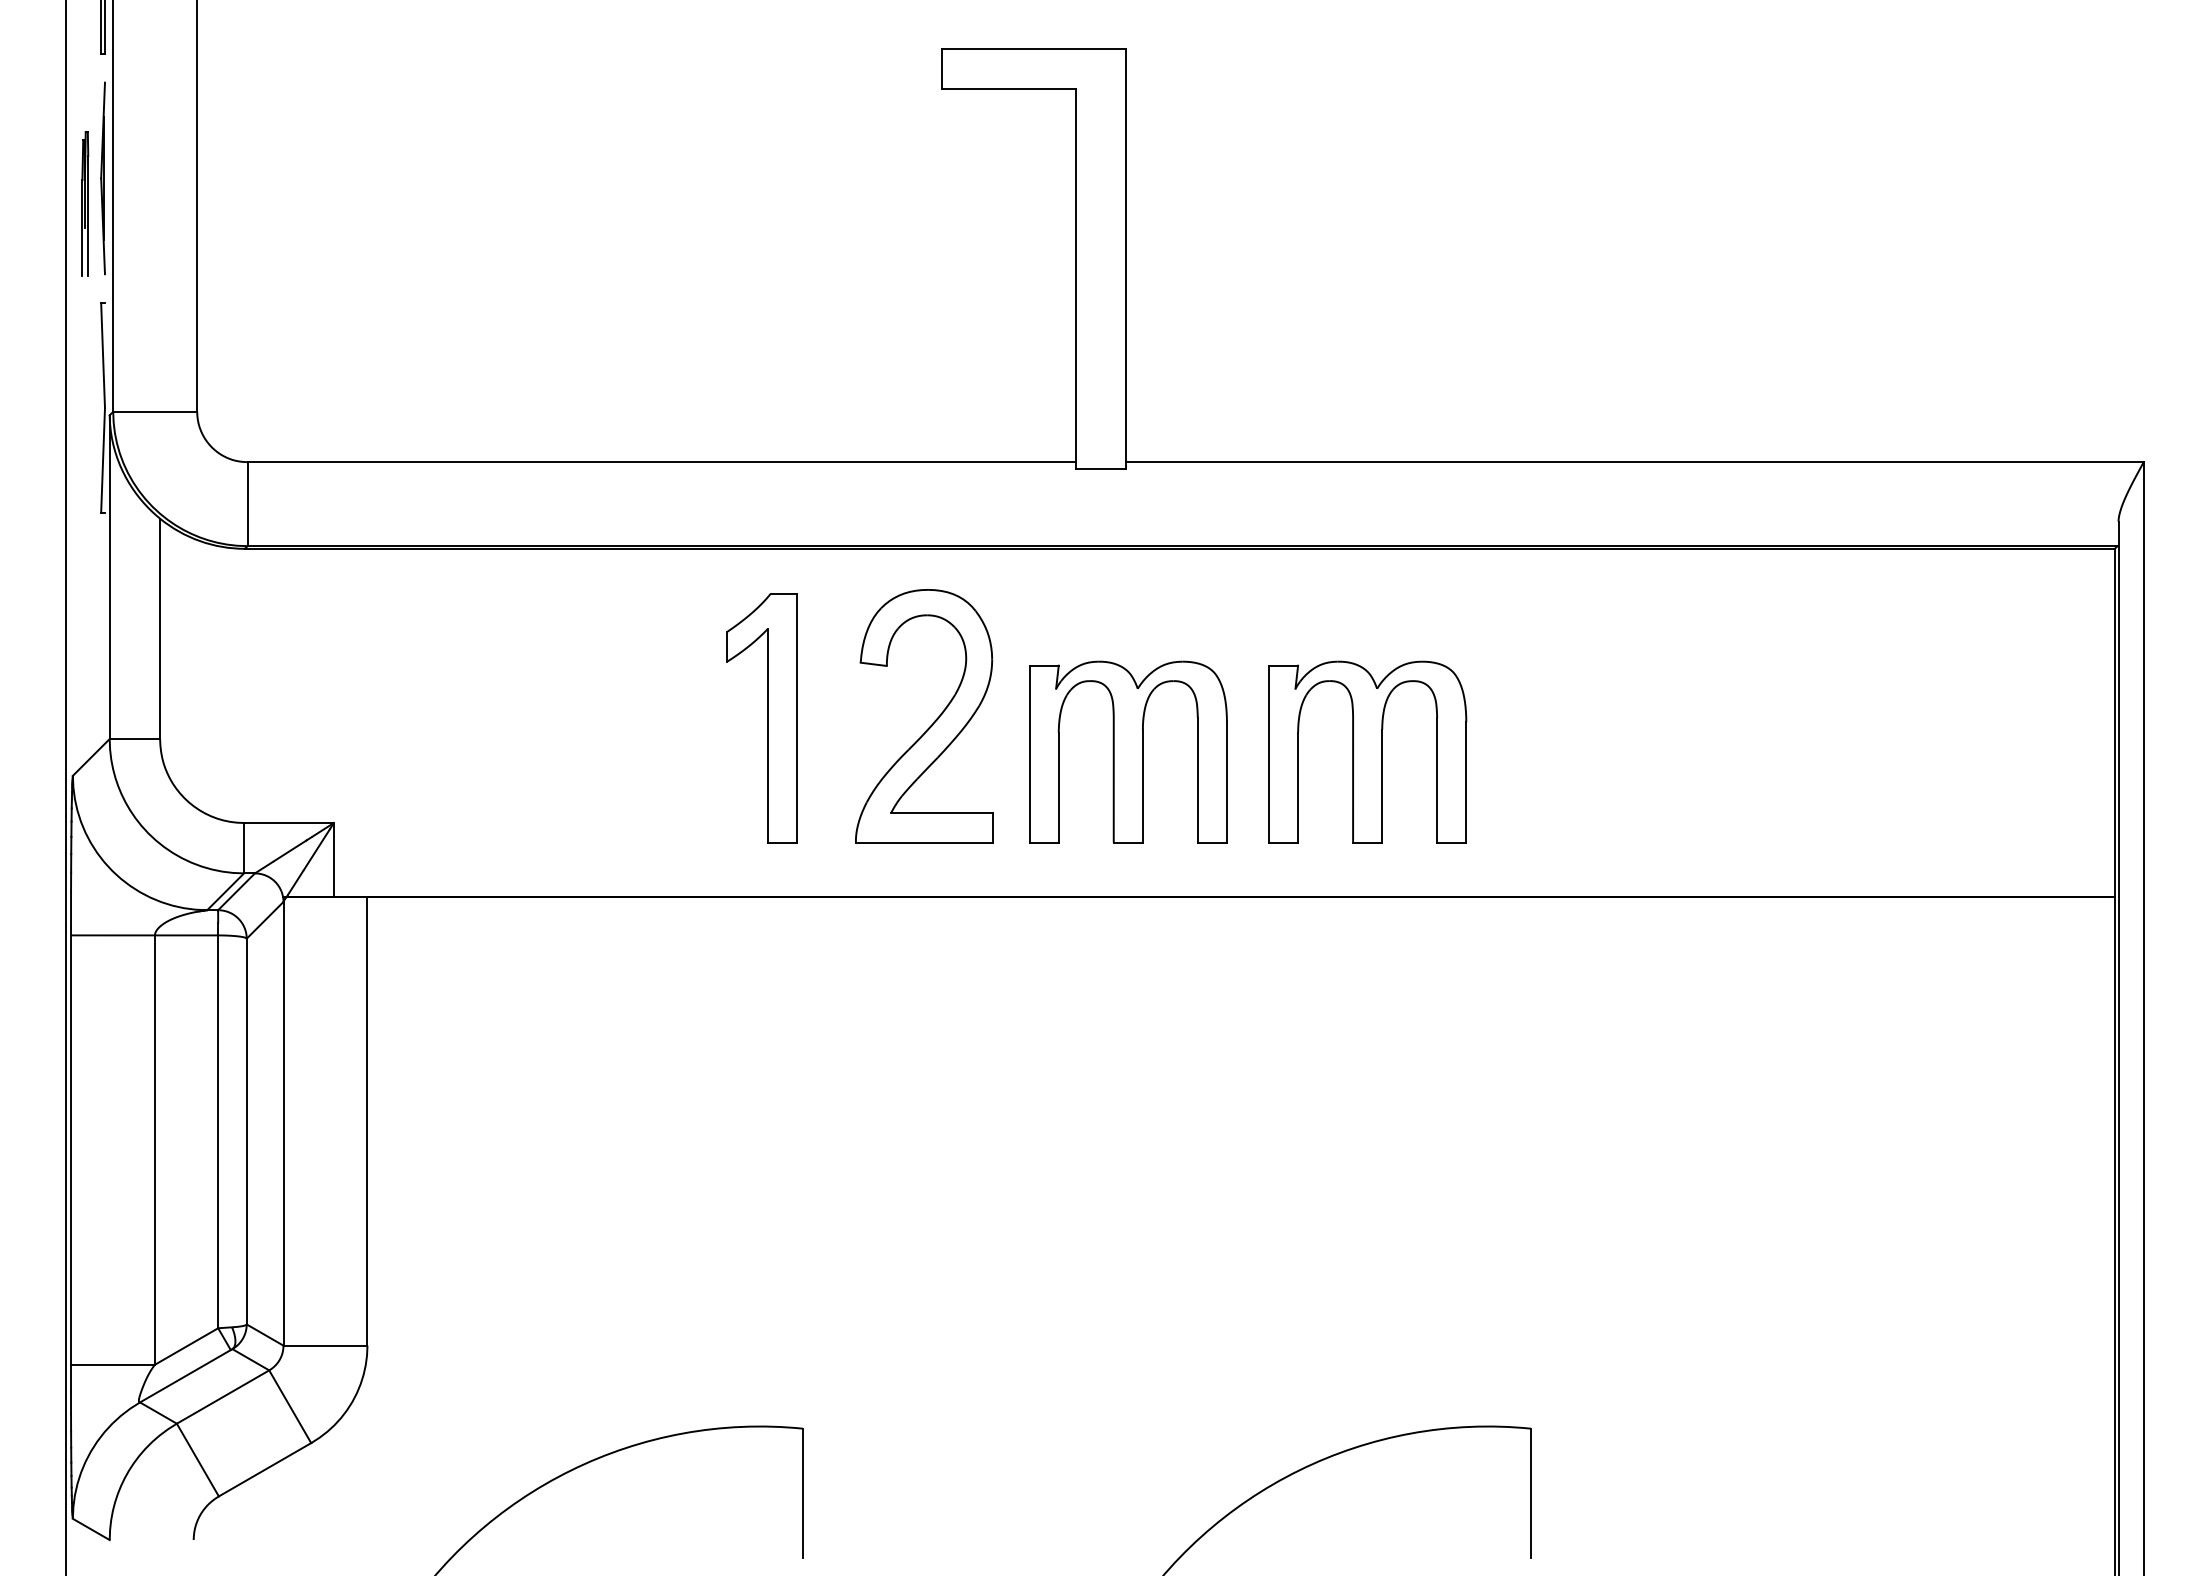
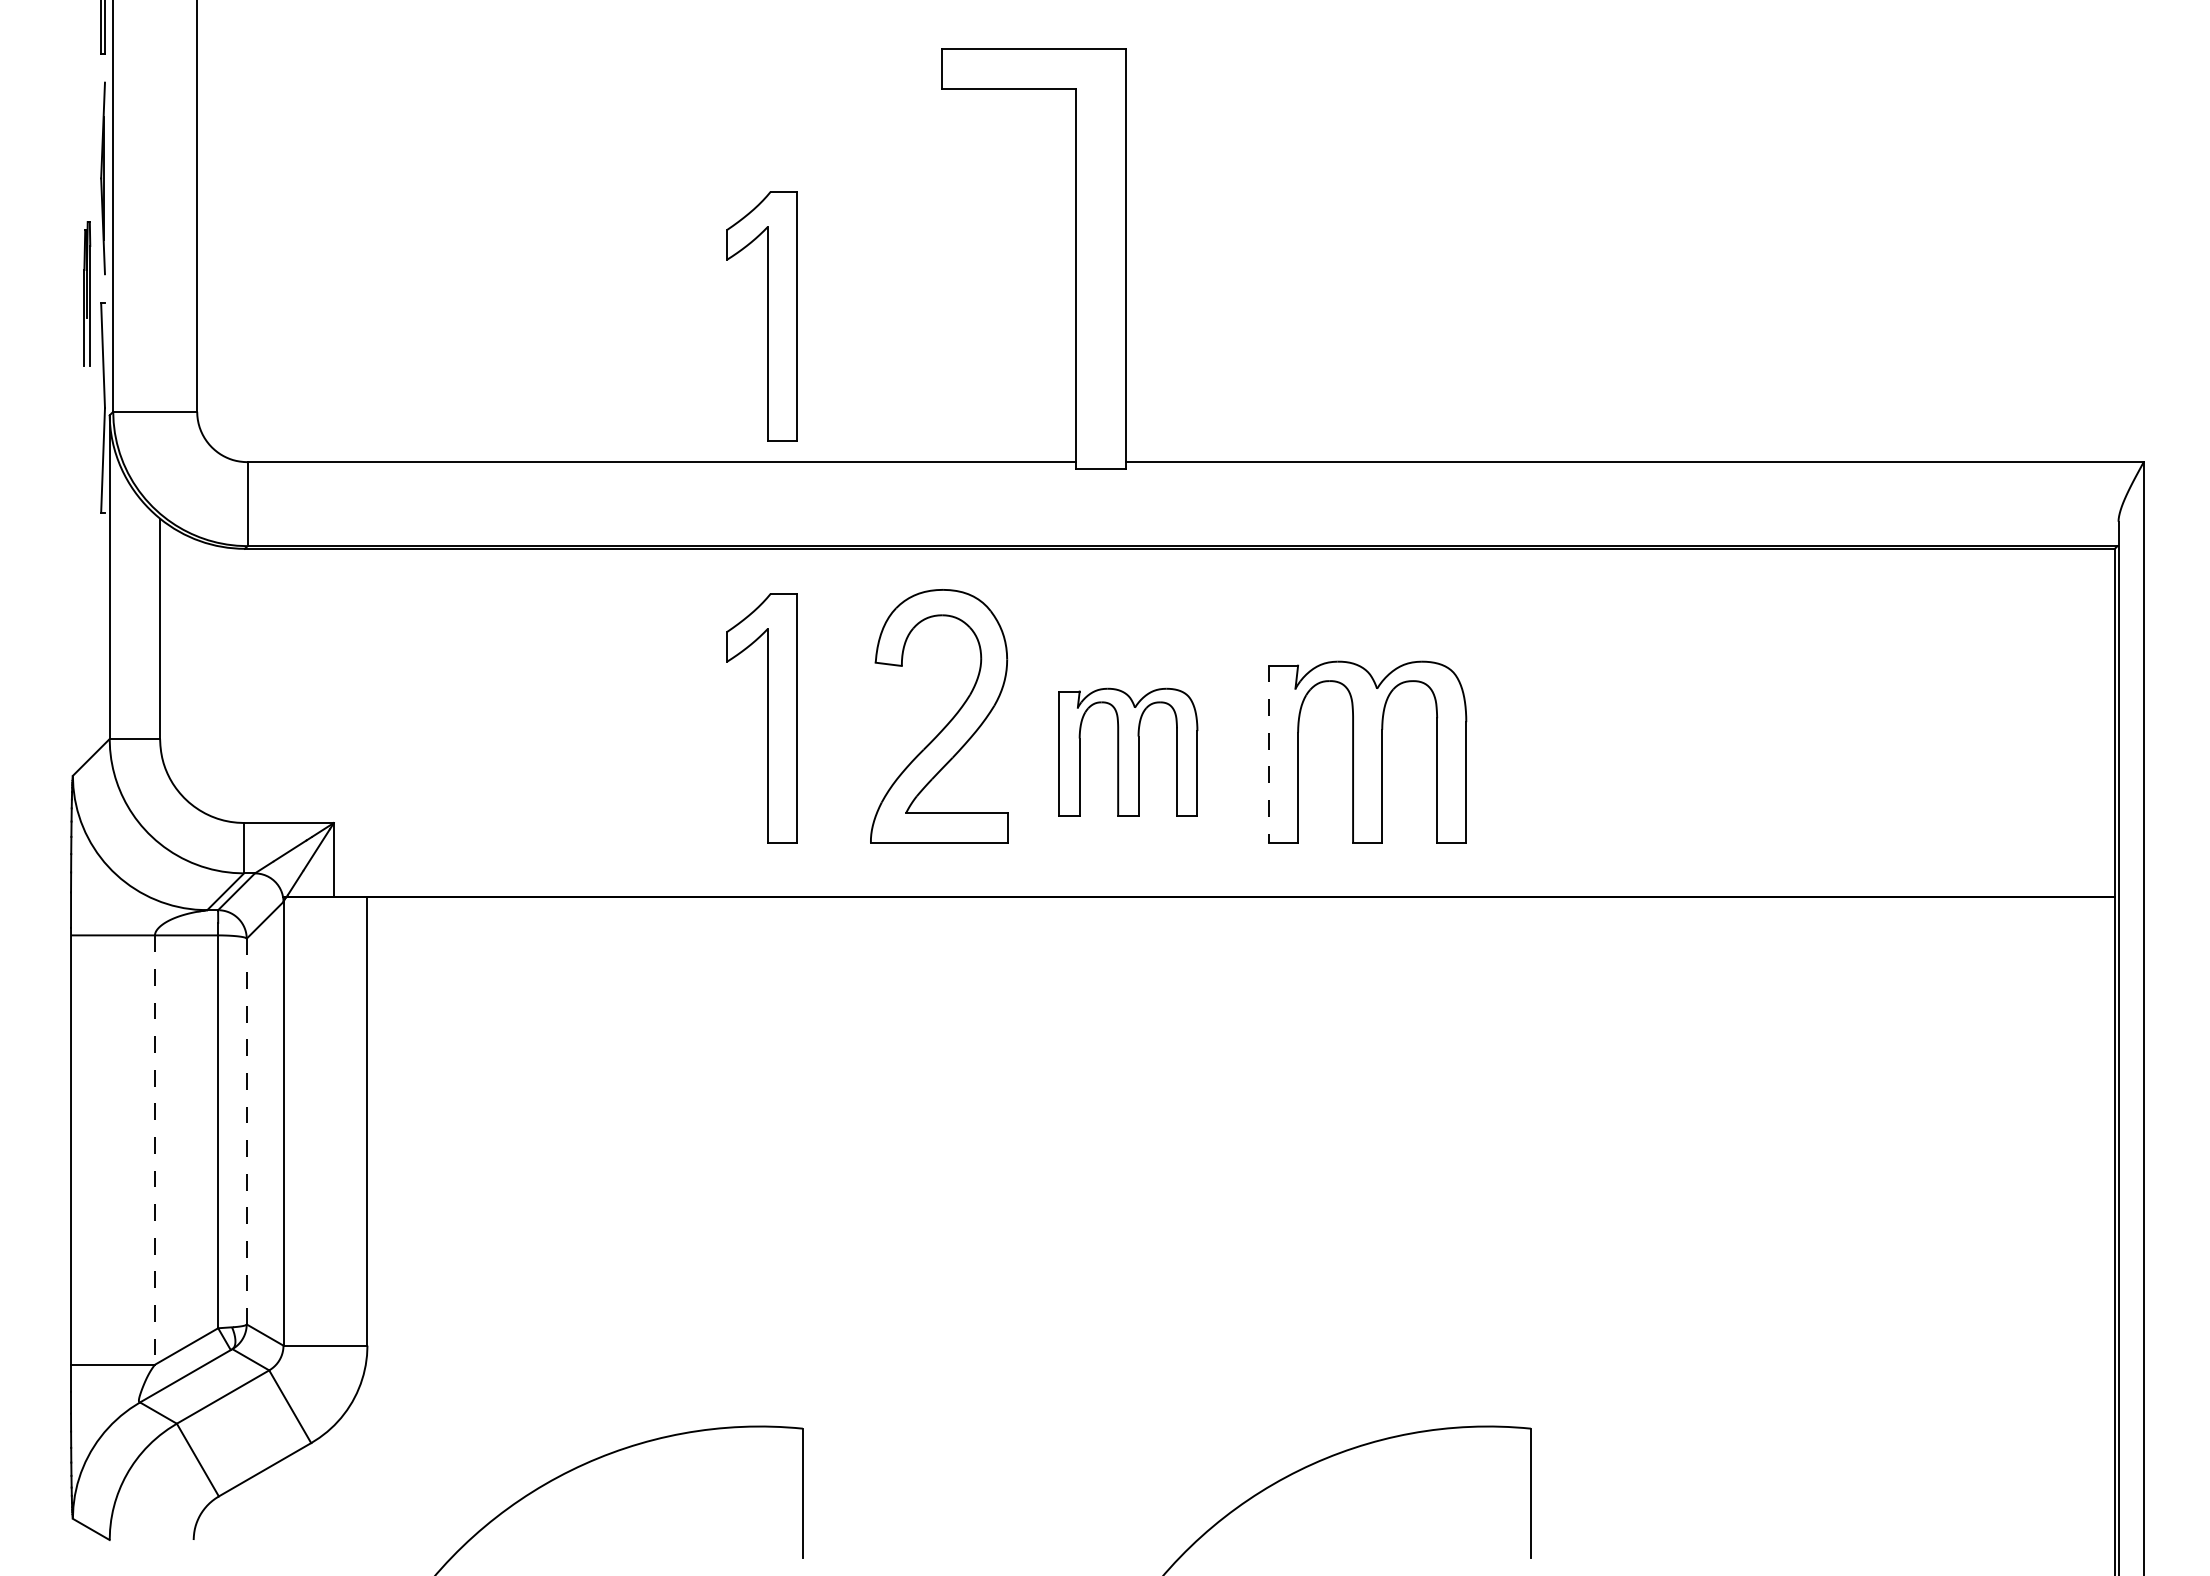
part at (85, 203) position: (85, 203) -> (87, 293)
part at (761, 316): none -> present
part at (932, 723) position: (932, 723) -> (947, 723)
part at (1128, 751) size: 199x184 px -> 141x130 px
line at (1269, 754): solid -> dashed
line at (66, 787): present -> none
line at (246, 1131): solid -> dashed
line at (154, 1150): solid -> dashed
